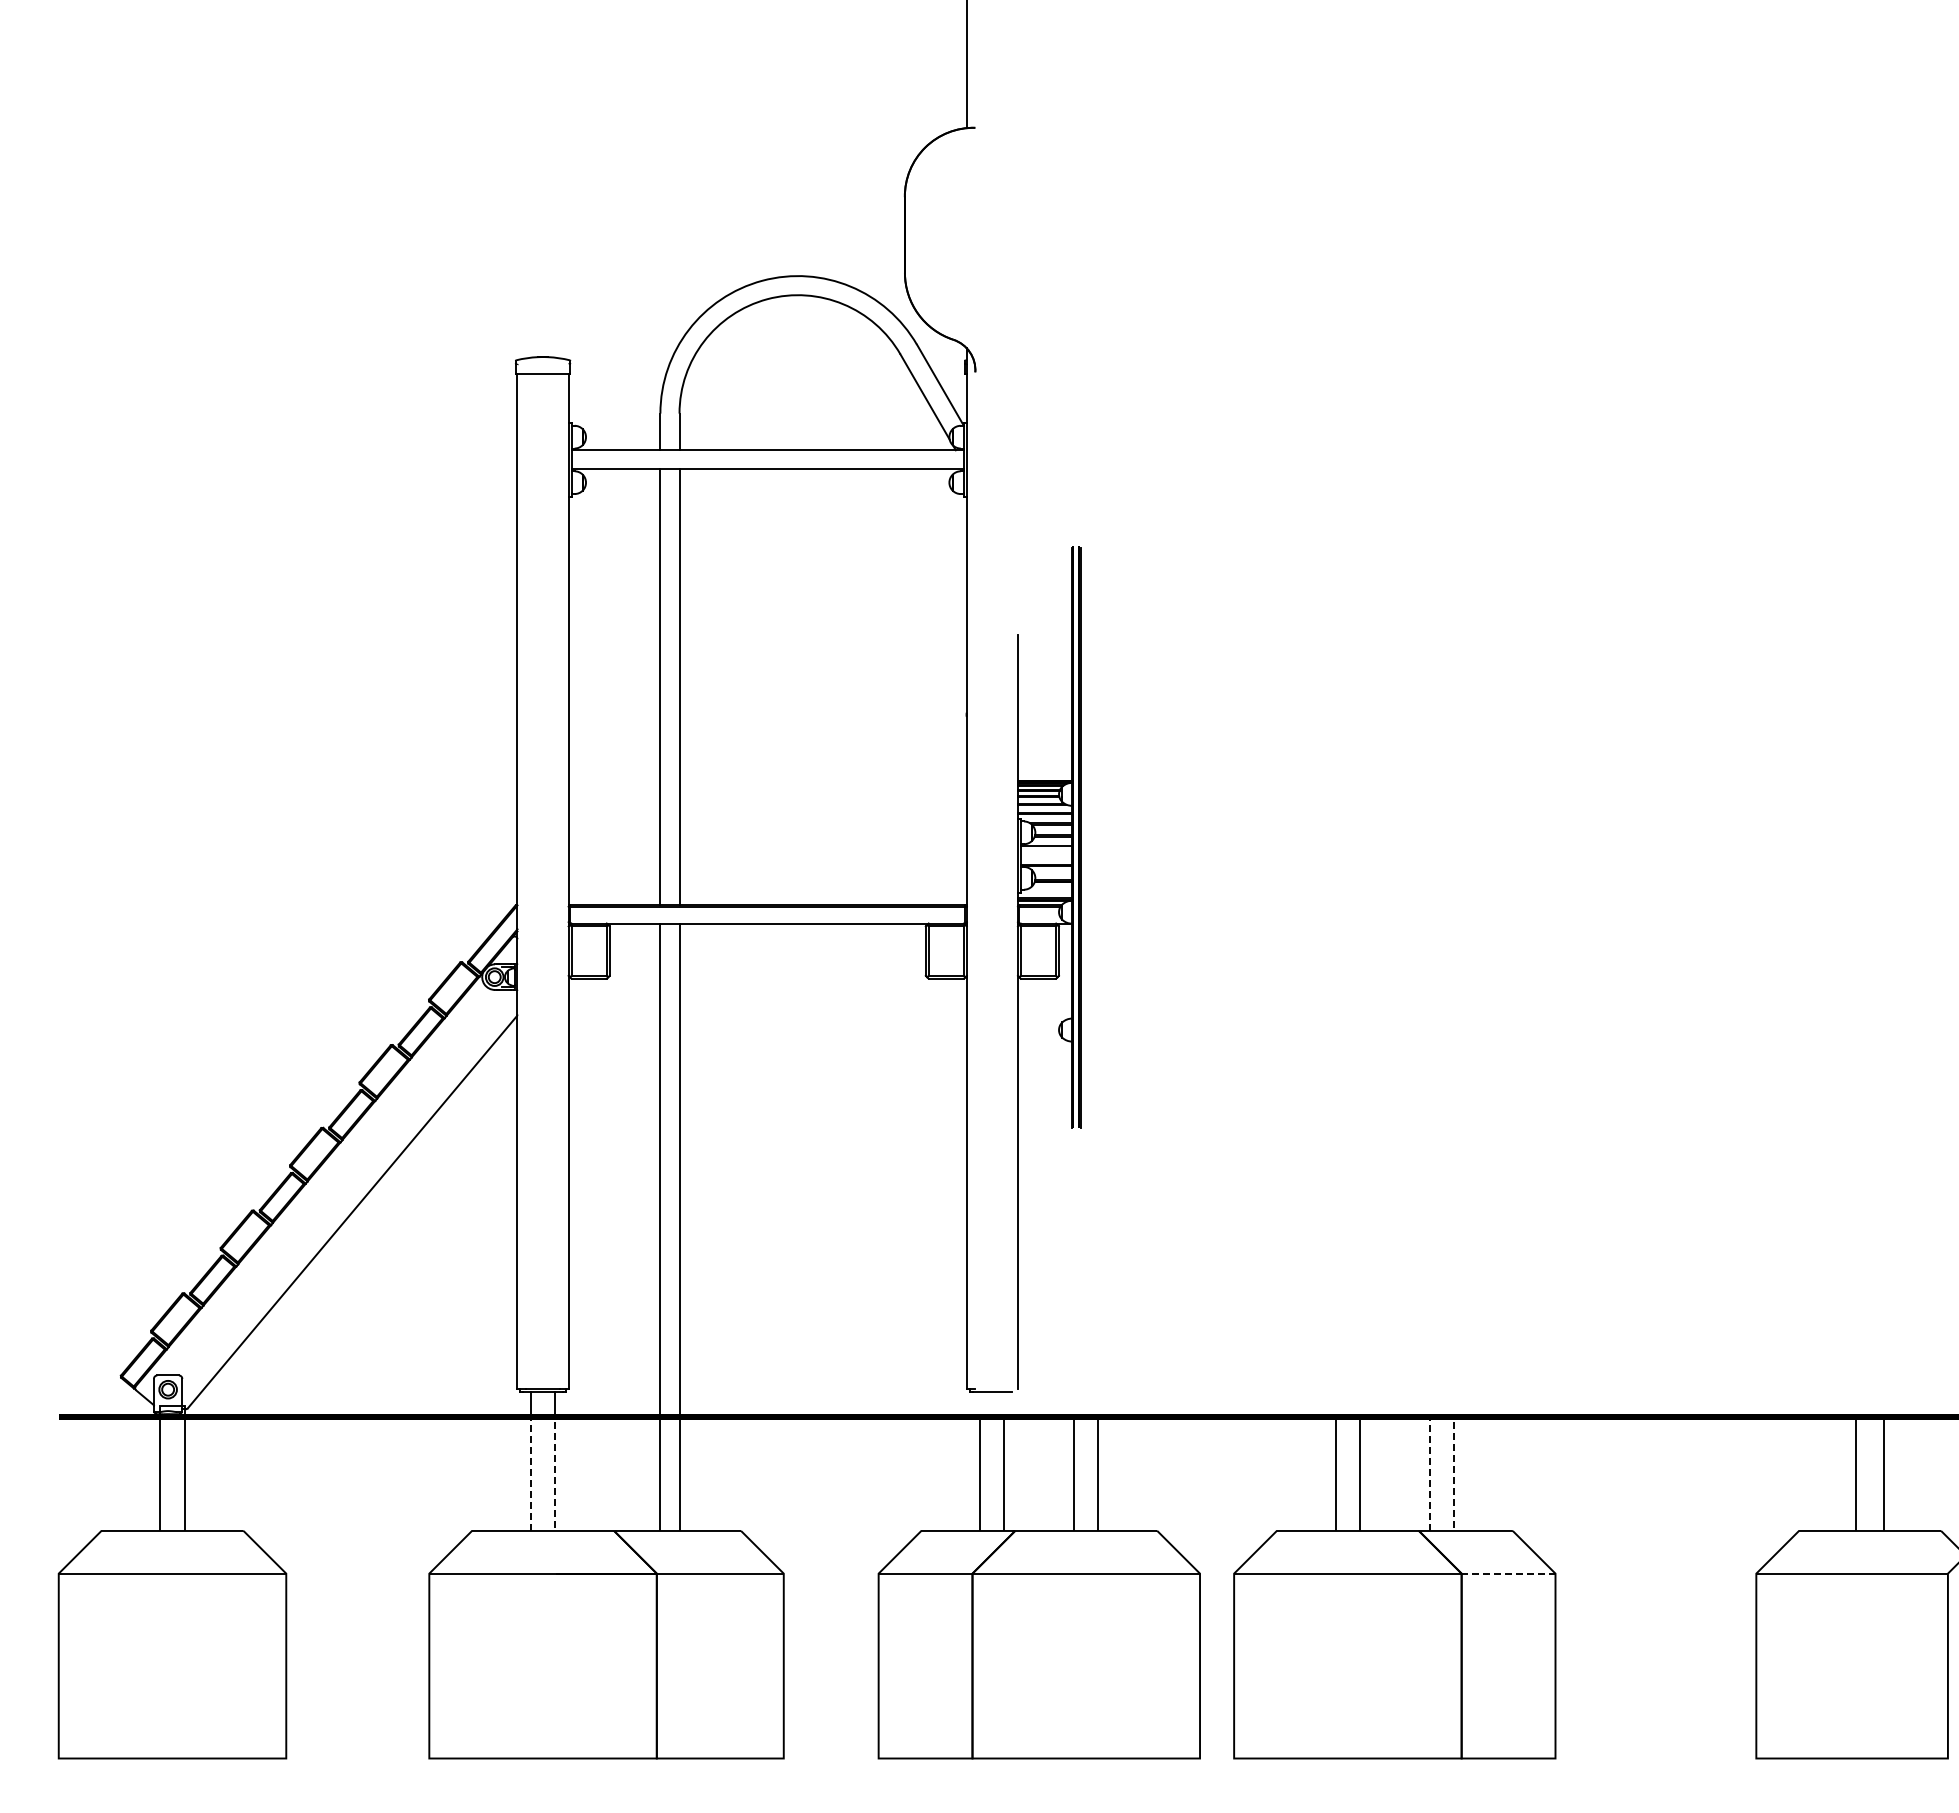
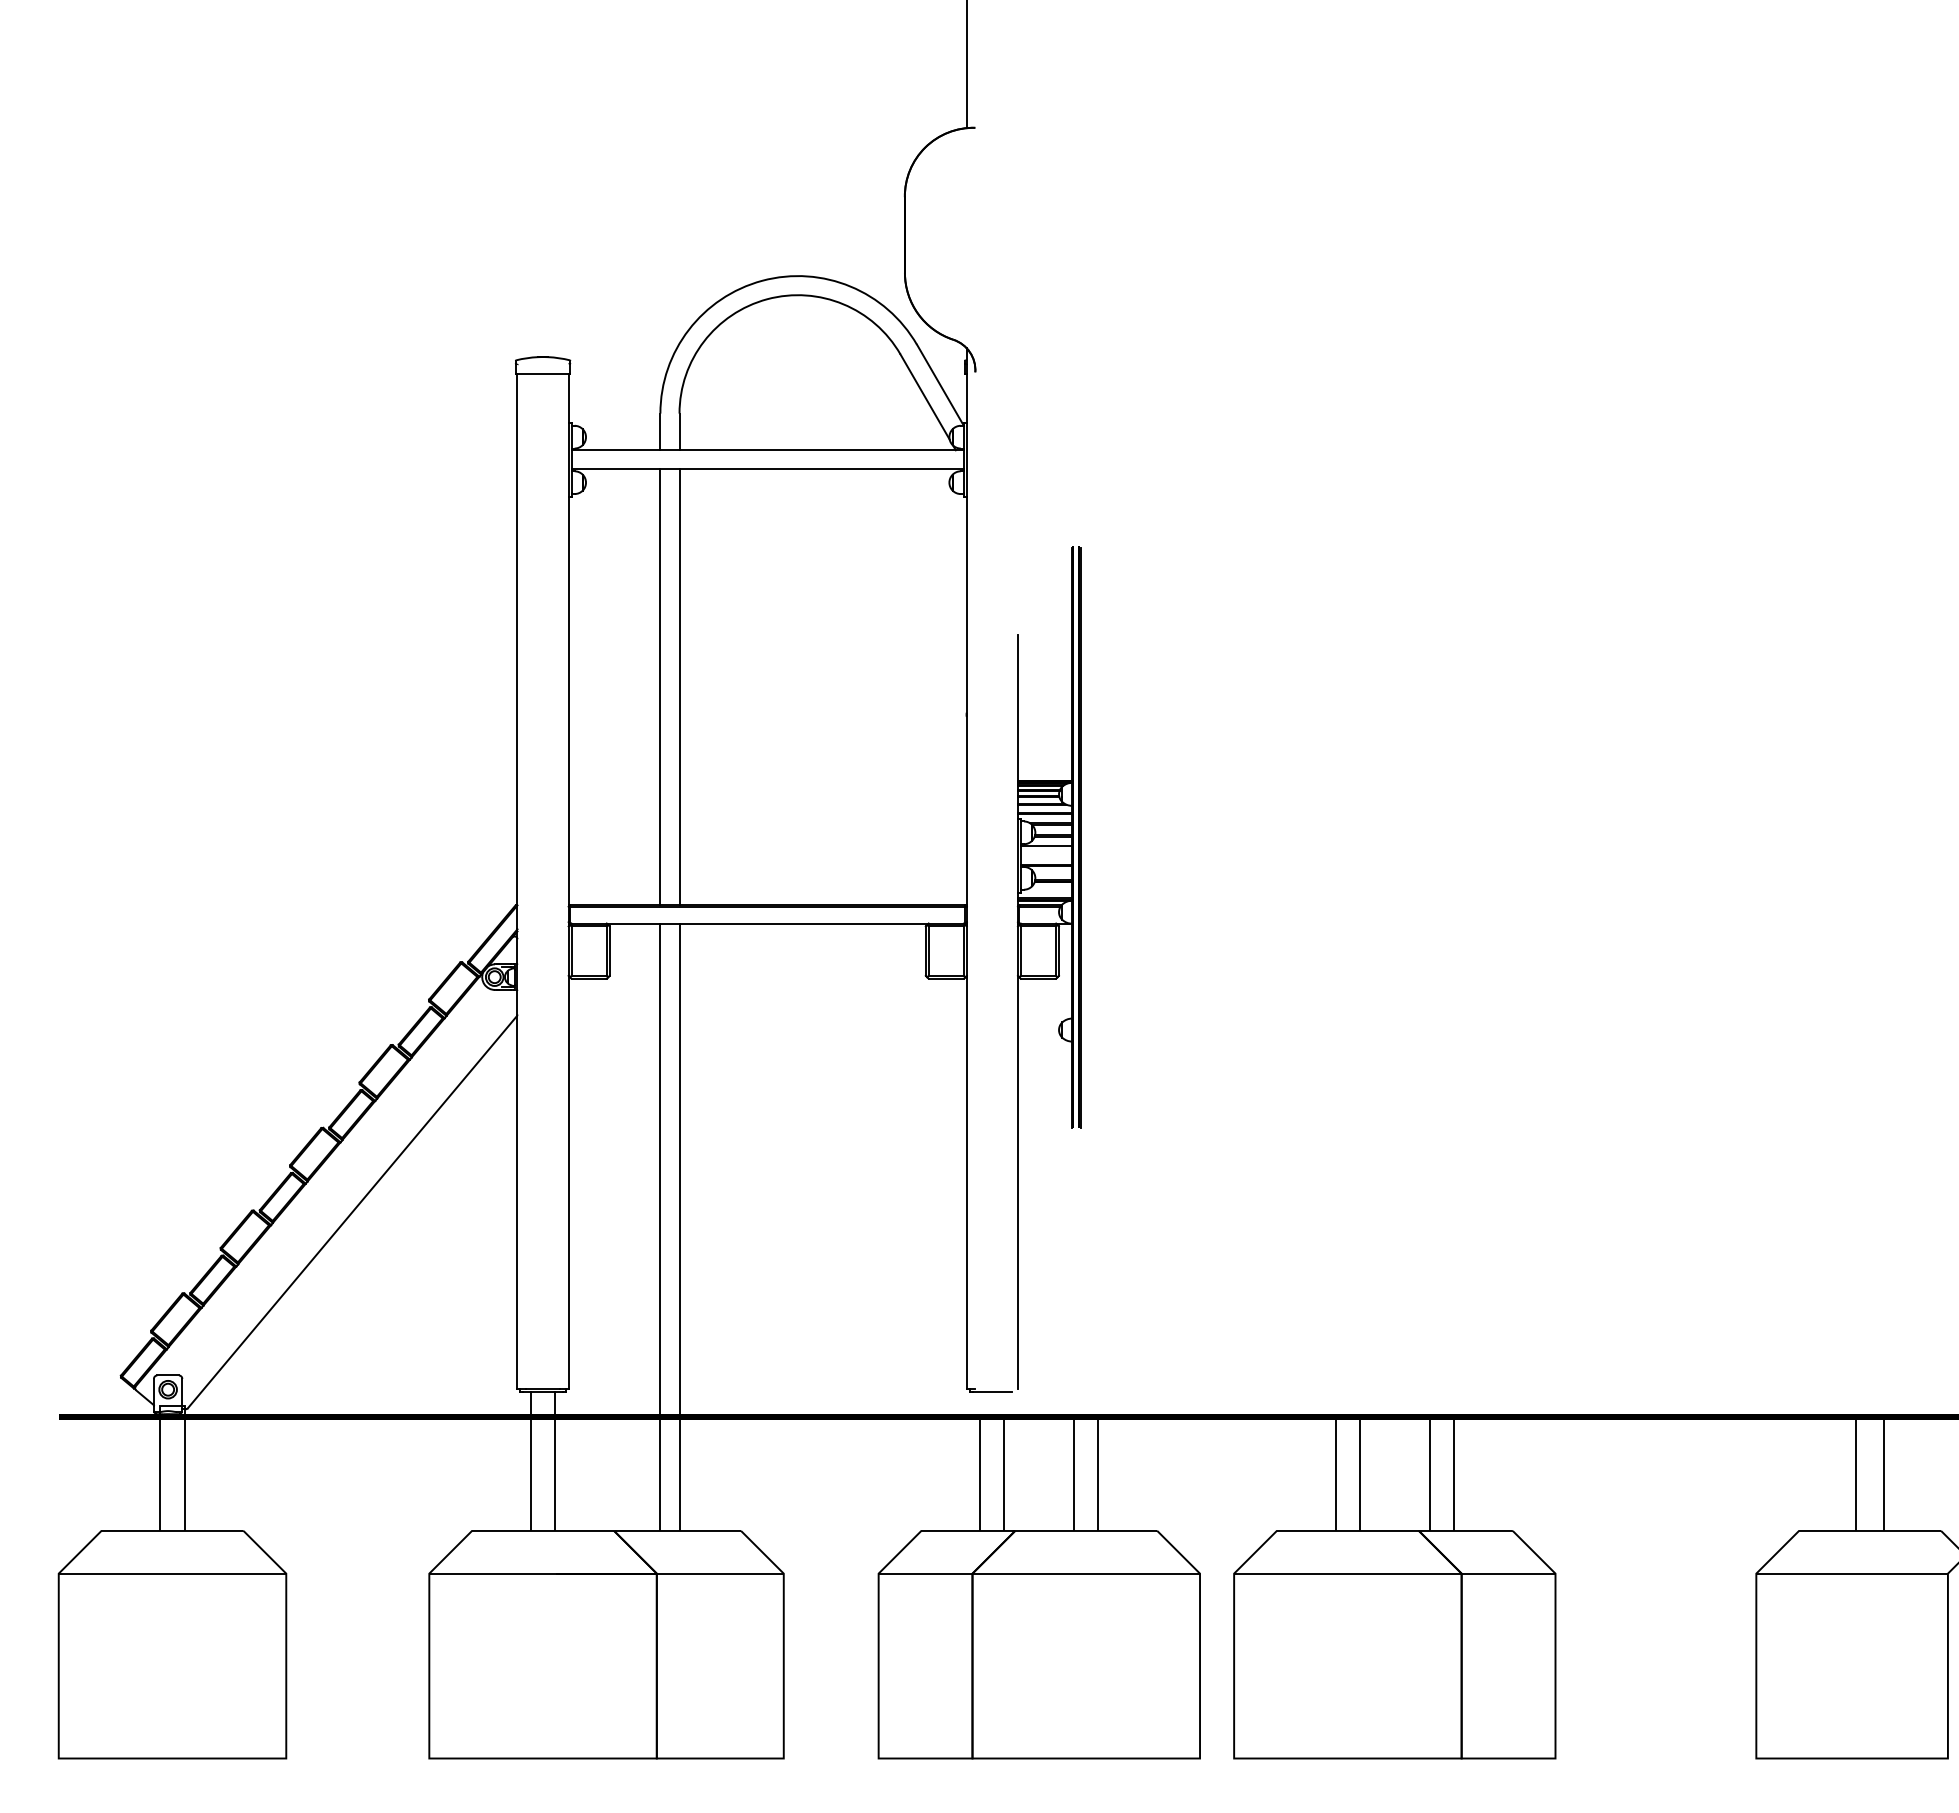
line at (543, 1417): dashed -> solid
line at (1442, 1417): dashed -> solid
line at (1508, 1573): dashed -> solid
